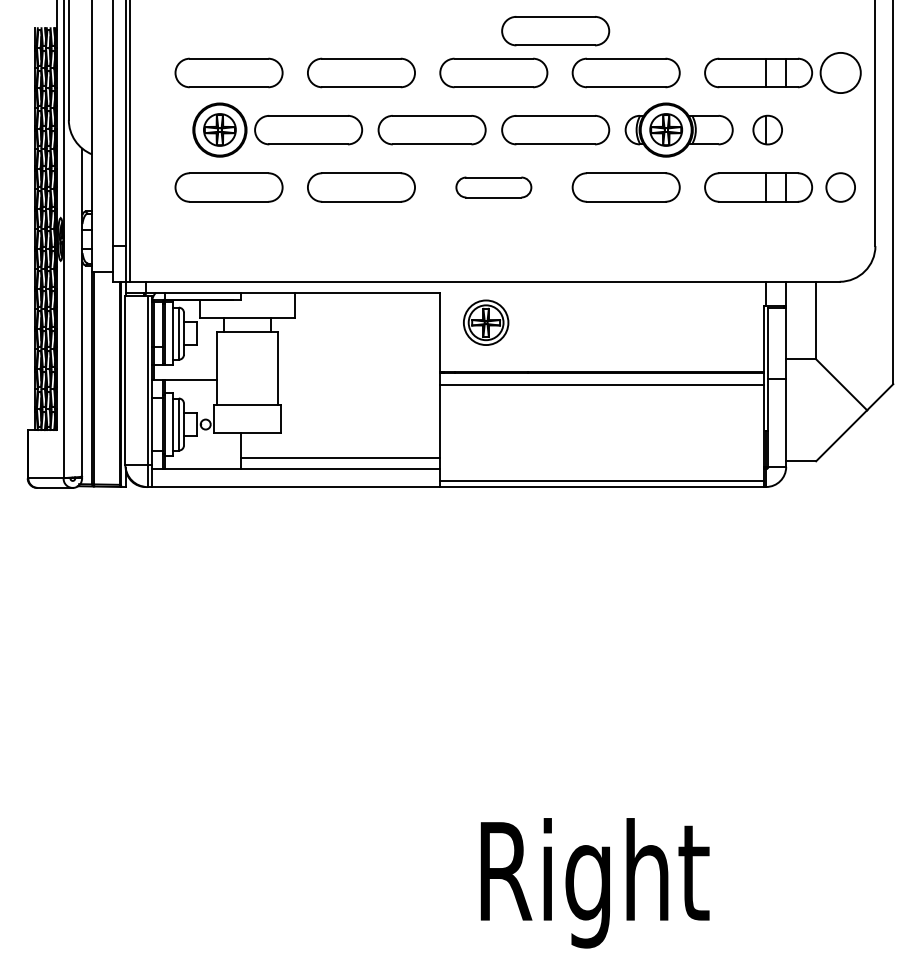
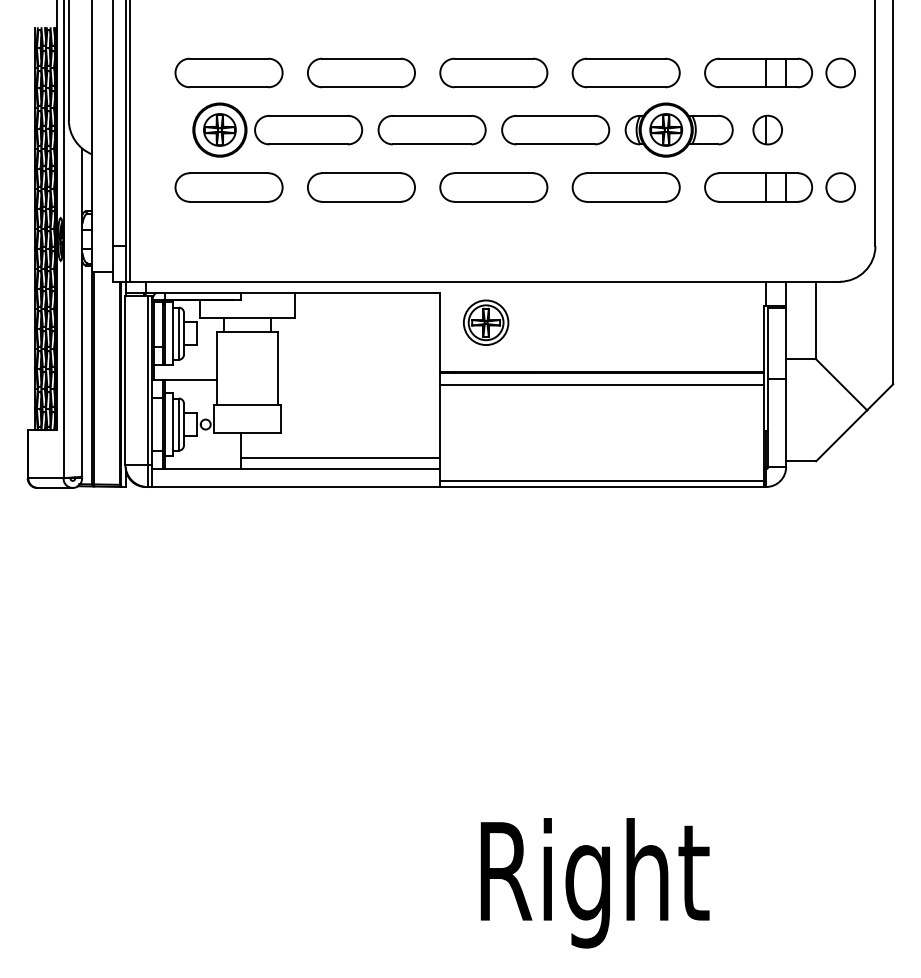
part at (555, 31): present -> none
circle at (840, 72) diameter: 40 px -> 29 px
part at (493, 187) size: 78x23 px -> 110x31 px
